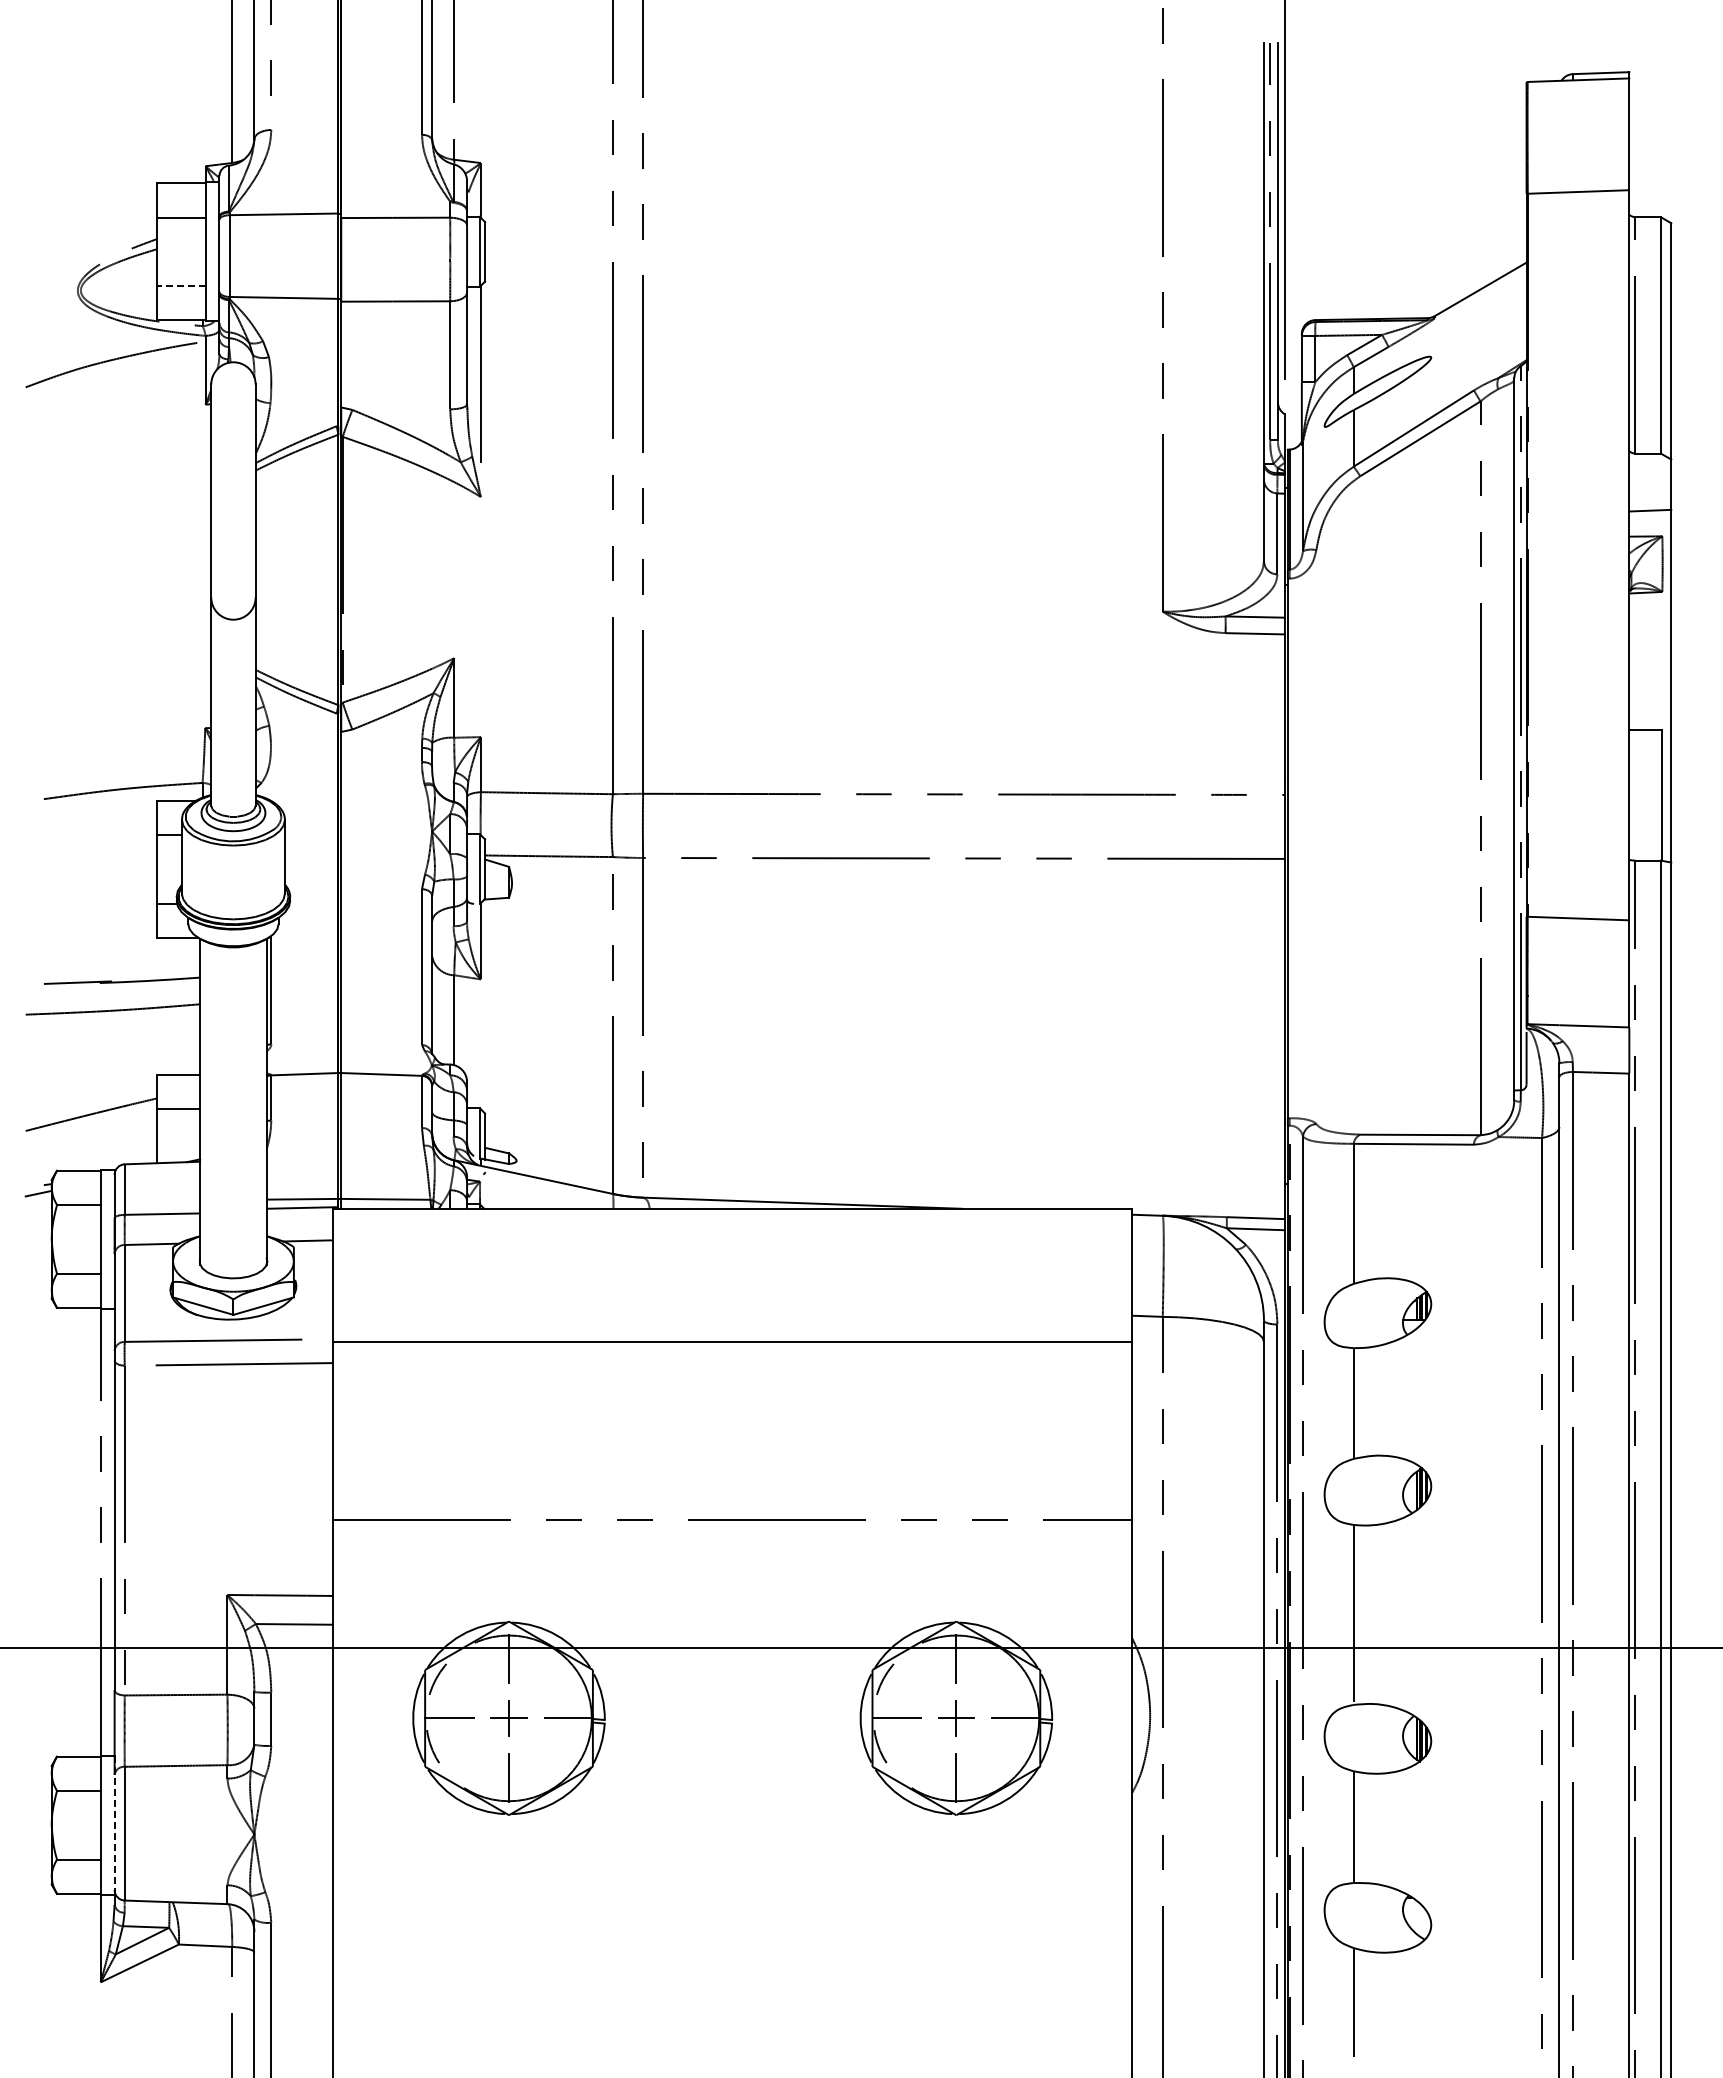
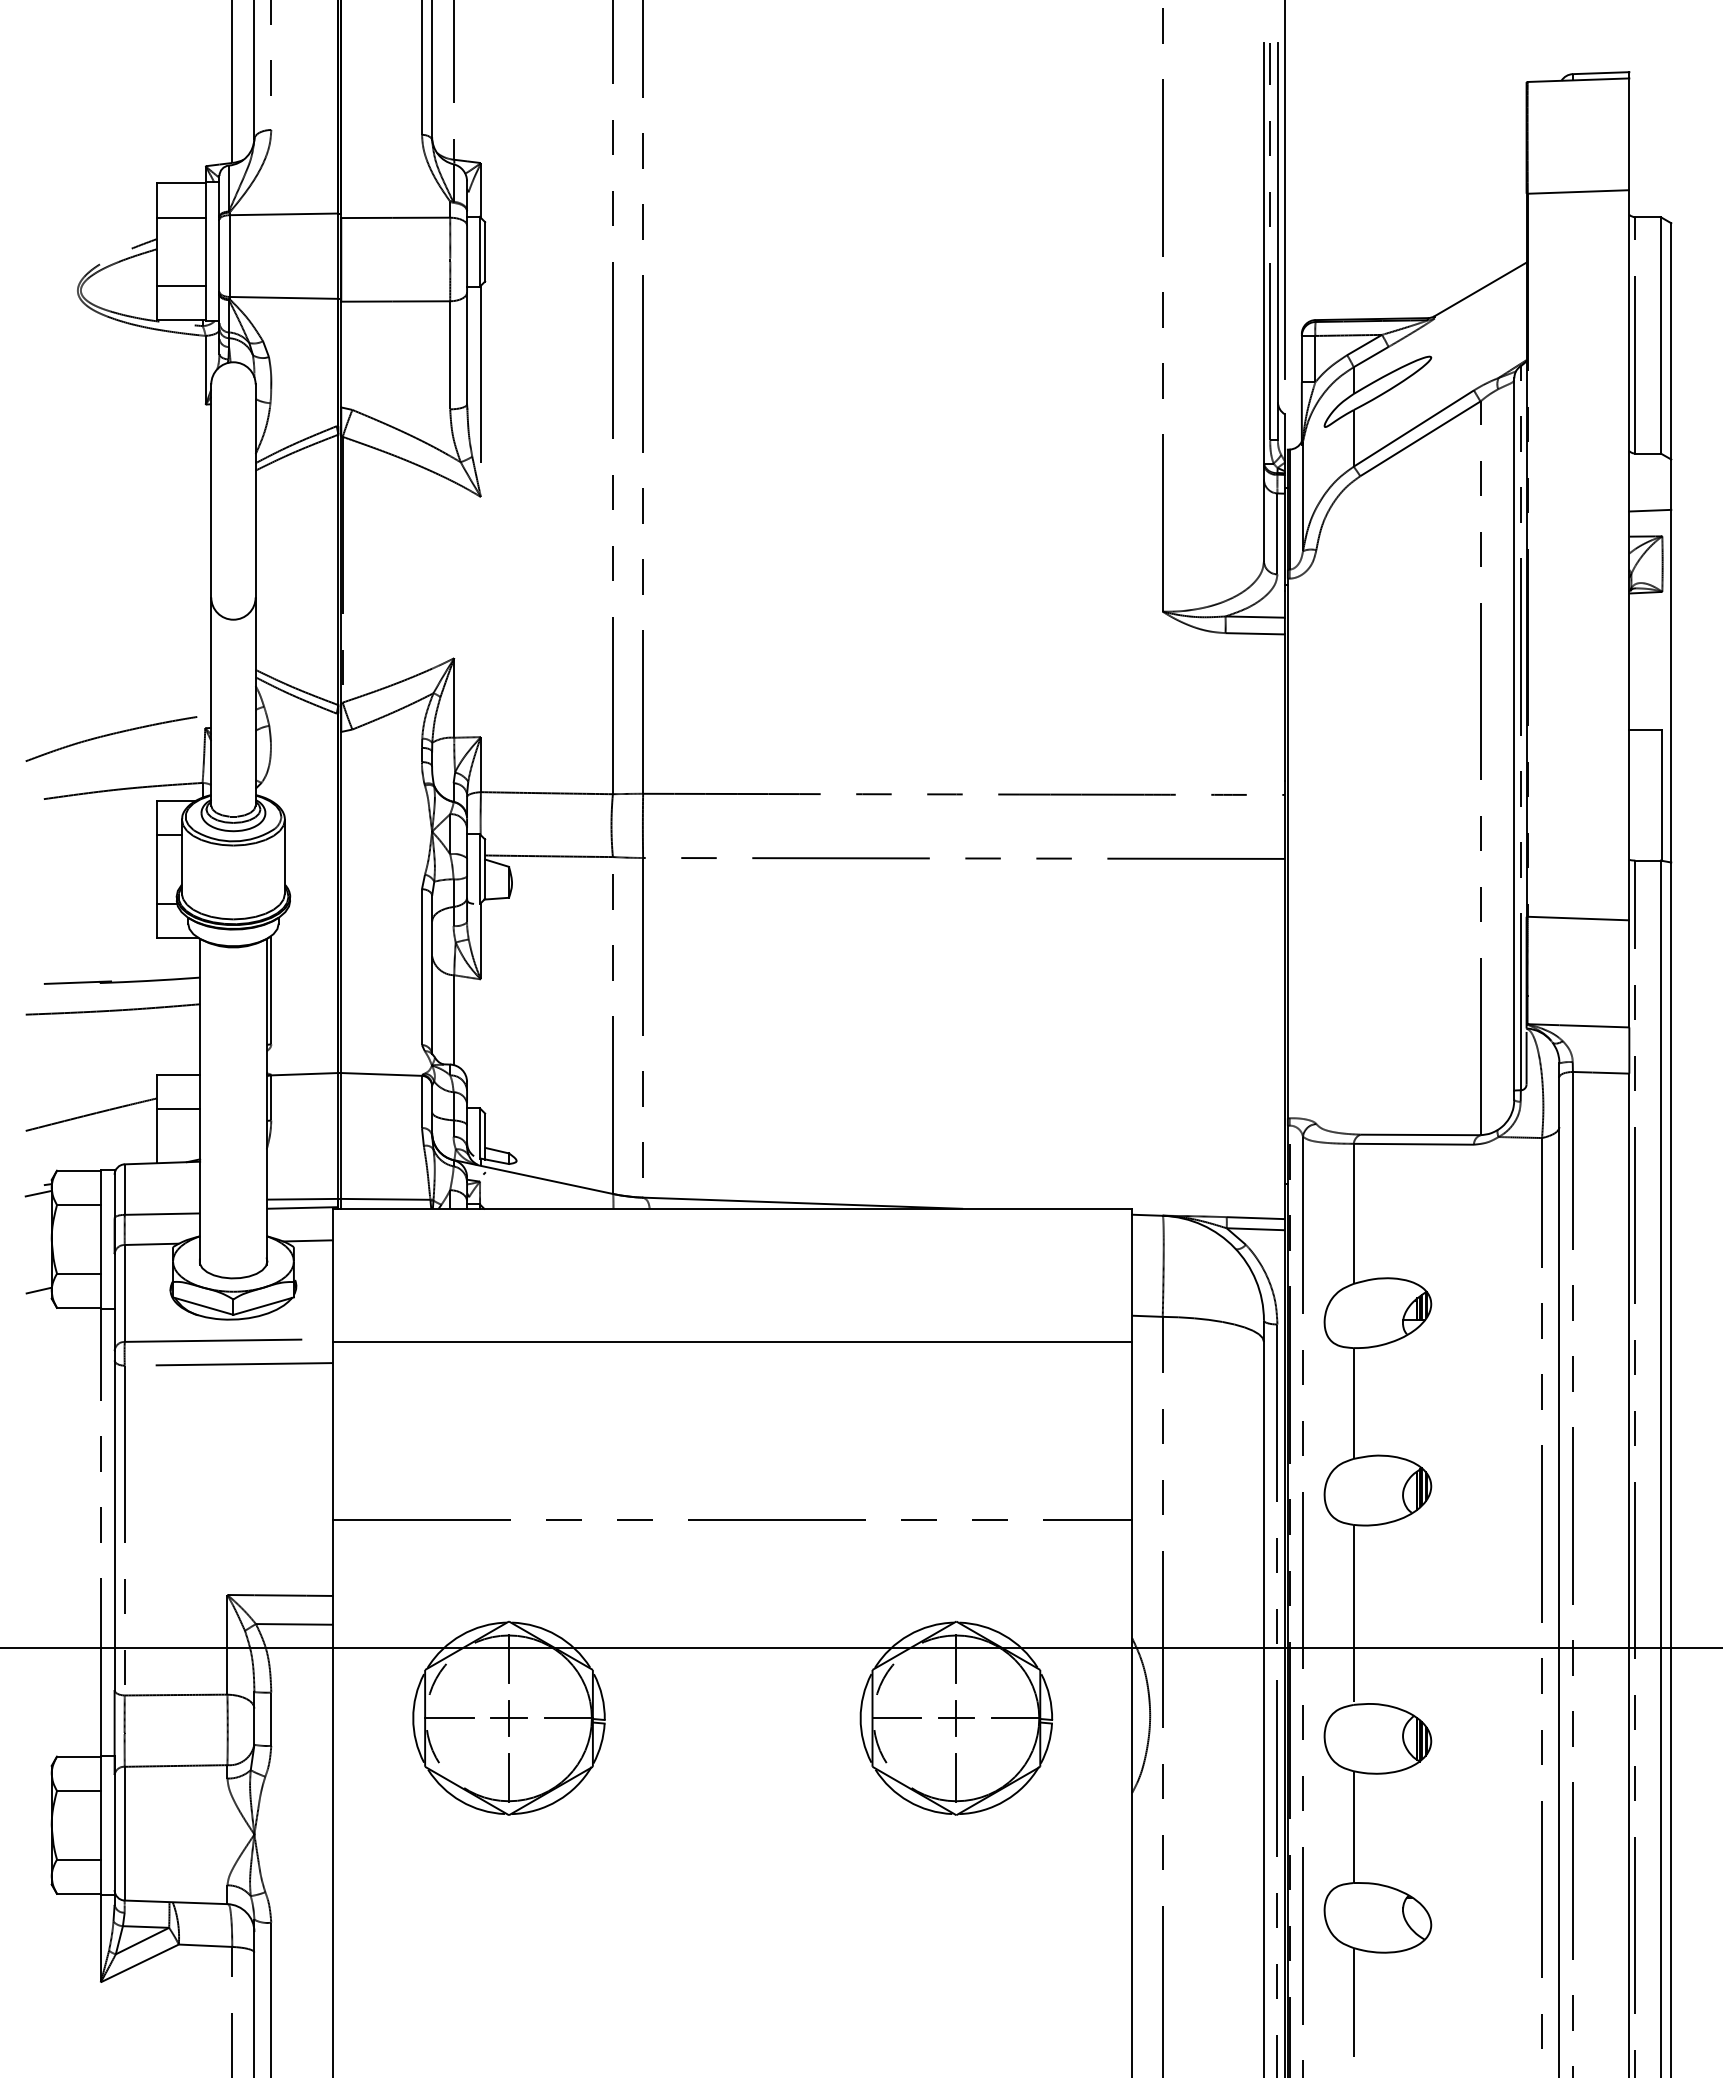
line at (180, 286): dashed -> solid
curve at (111, 361) position: (111, 361) -> (111, 735)
line at (38, 1290): none -> present
line at (114, 1825): dashed -> solid
